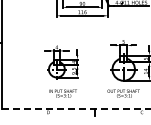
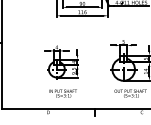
text at (123, 93) position: (123, 93) -> (130, 93)
line at (76, 108): dashed -> solid
